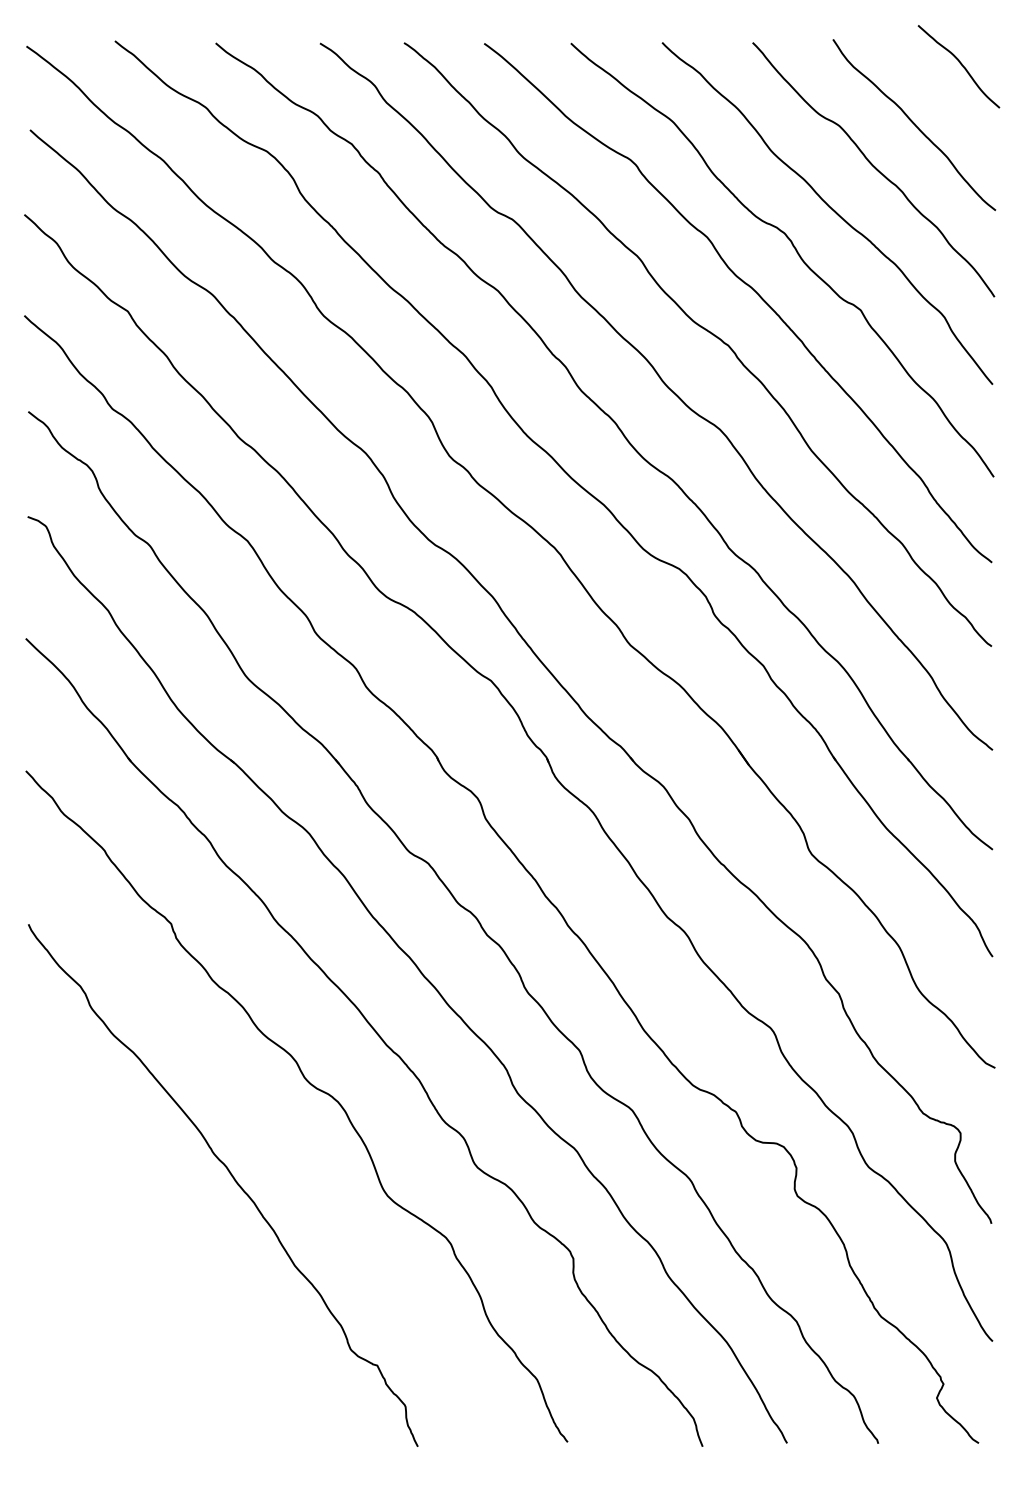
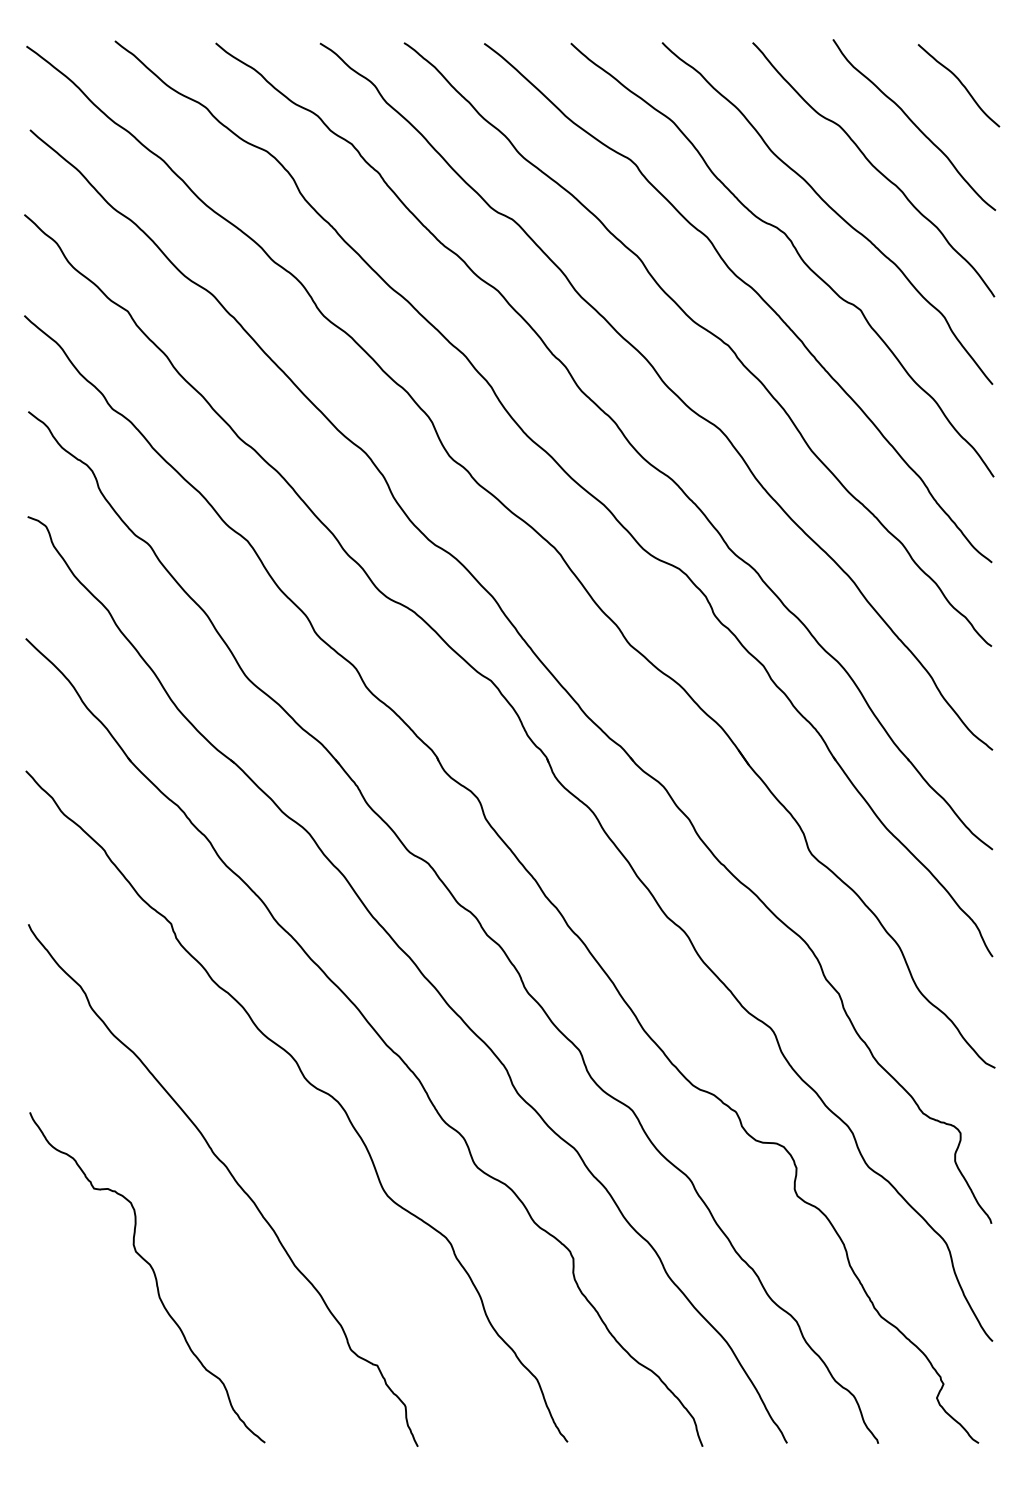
curve at (960, 64) position: (960, 64) -> (960, 83)
curve at (153, 1274): none -> present
